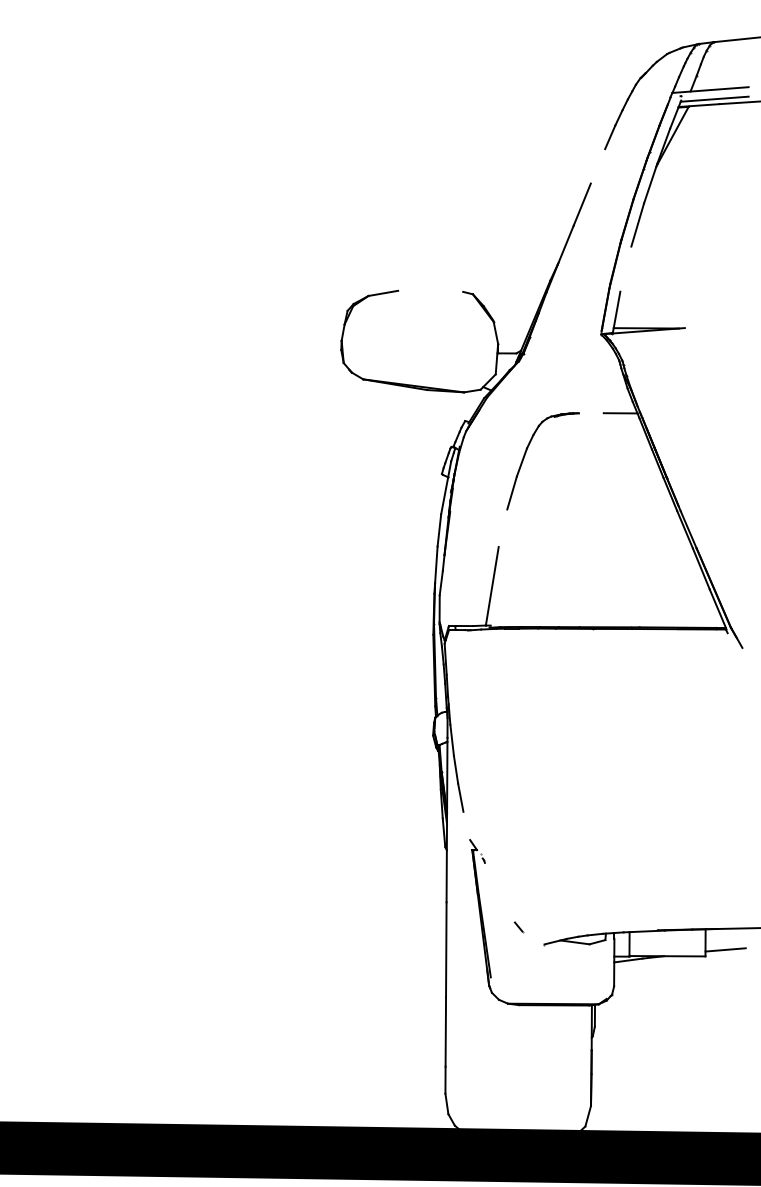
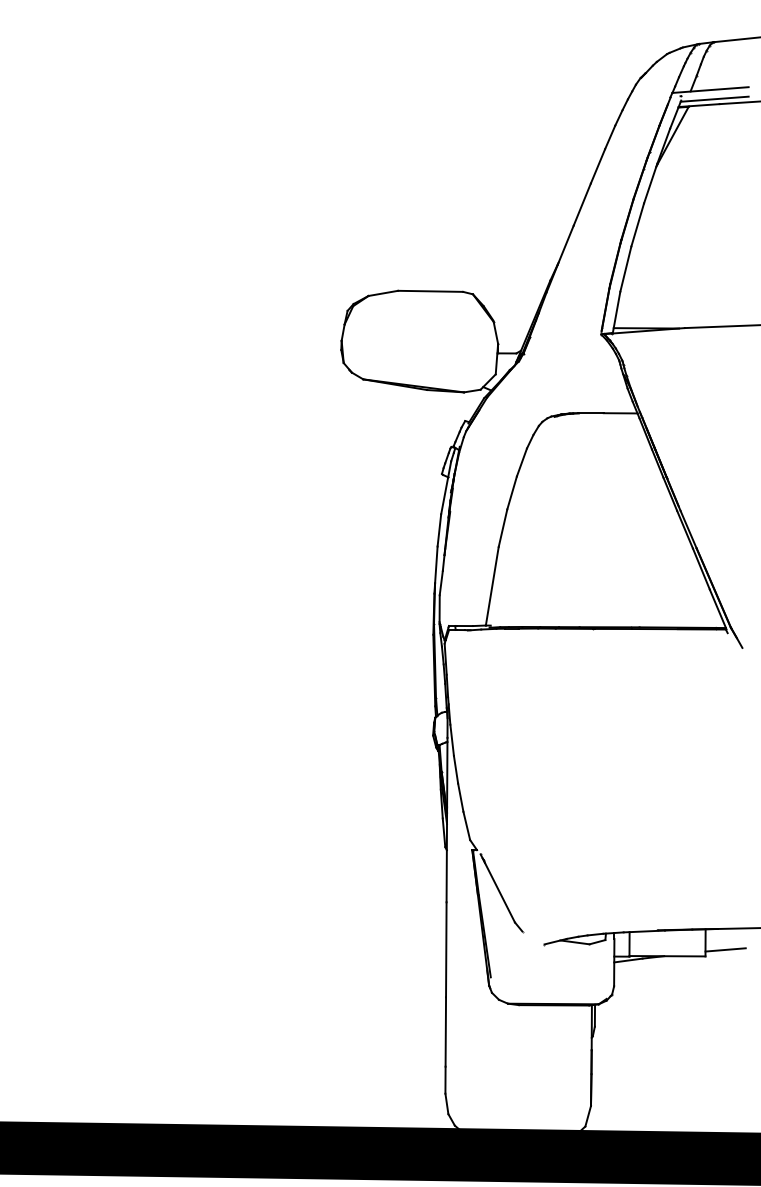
line at (597, 166): none -> present
line at (625, 268): none -> present
line at (430, 290): none -> present
line at (720, 326): none -> present
line at (590, 413): none -> present
line at (502, 528): none -> present
line at (466, 825): none -> present
line at (497, 888): none -> present
